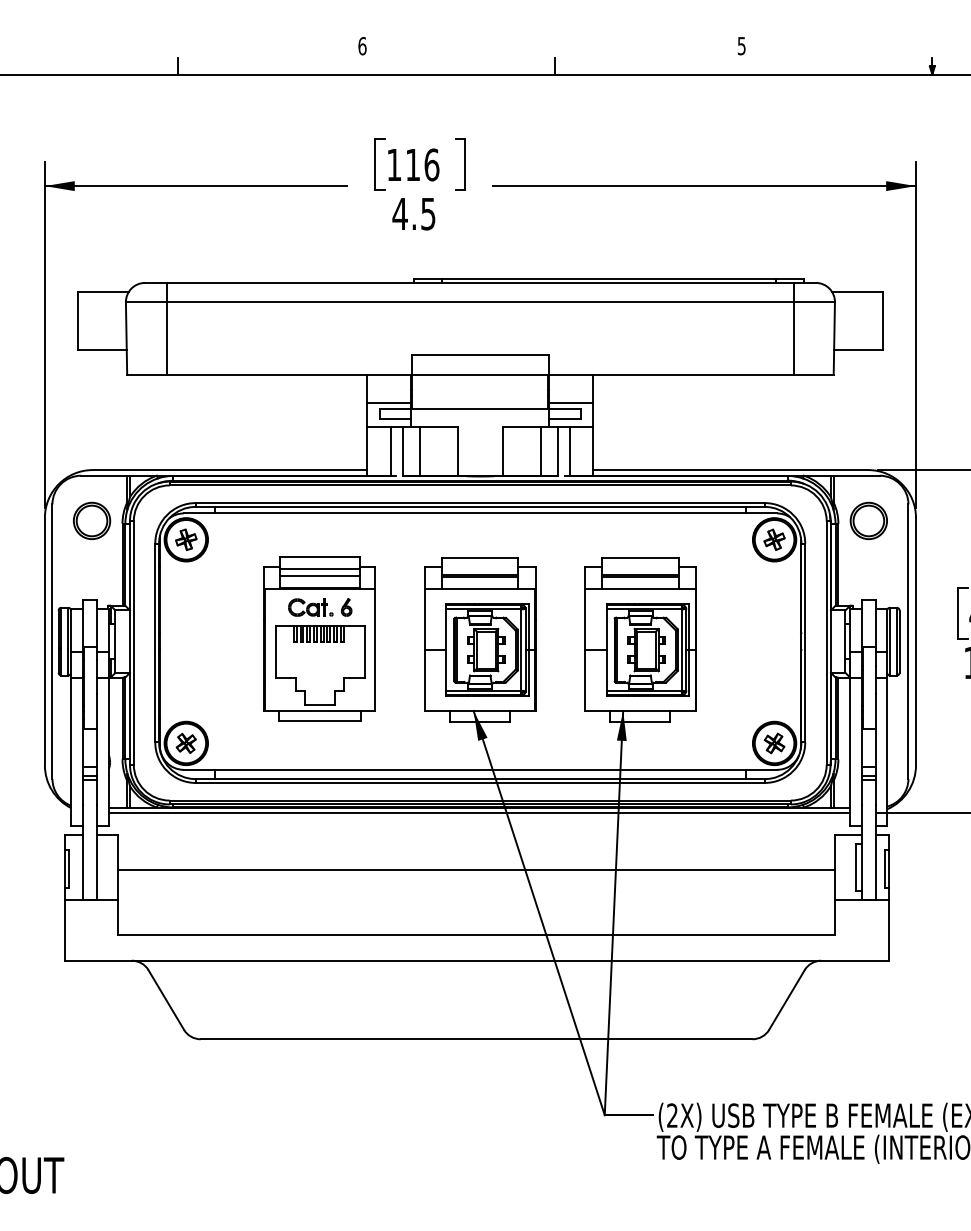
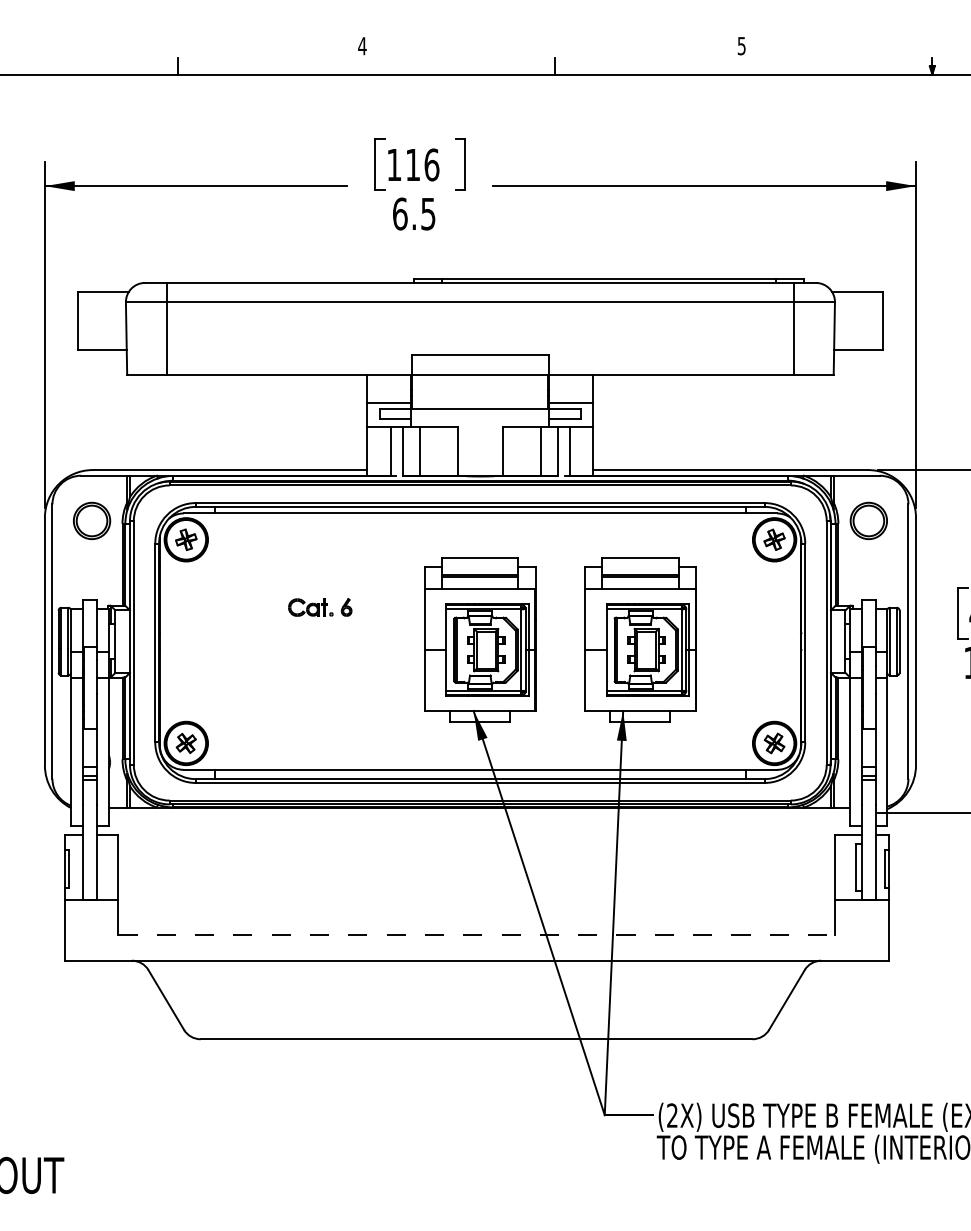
text at (362, 46): 6 -> 4
text at (399, 213): 4.5 -> 6.5
part at (319, 638): present -> none
line at (479, 813): present -> none
line at (476, 870): present -> none
line at (477, 934): solid -> dashed
